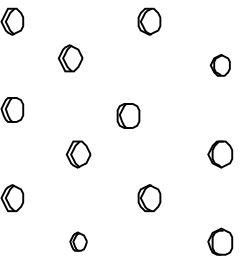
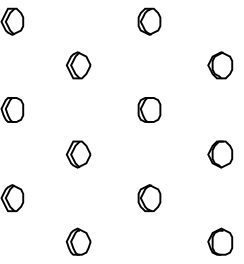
part at (70, 58) position: (70, 58) -> (78, 65)
part at (219, 65) size: 22x23 px -> 27x29 px
part at (128, 115) position: (128, 115) -> (149, 109)
part at (78, 241) size: 19x21 px -> 27x29 px
